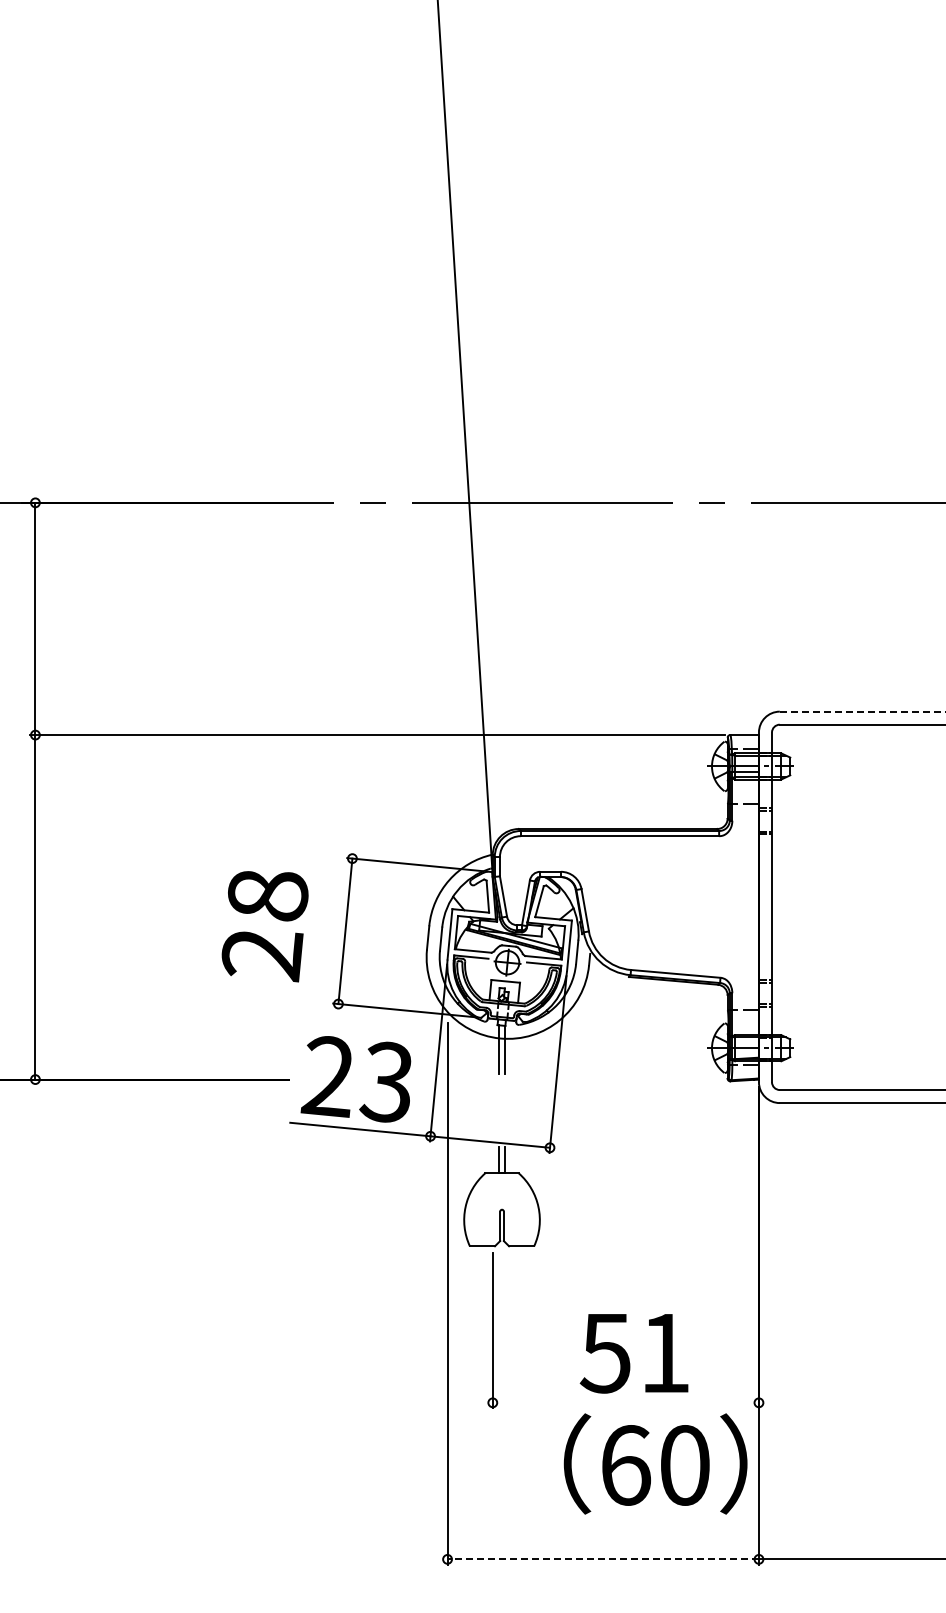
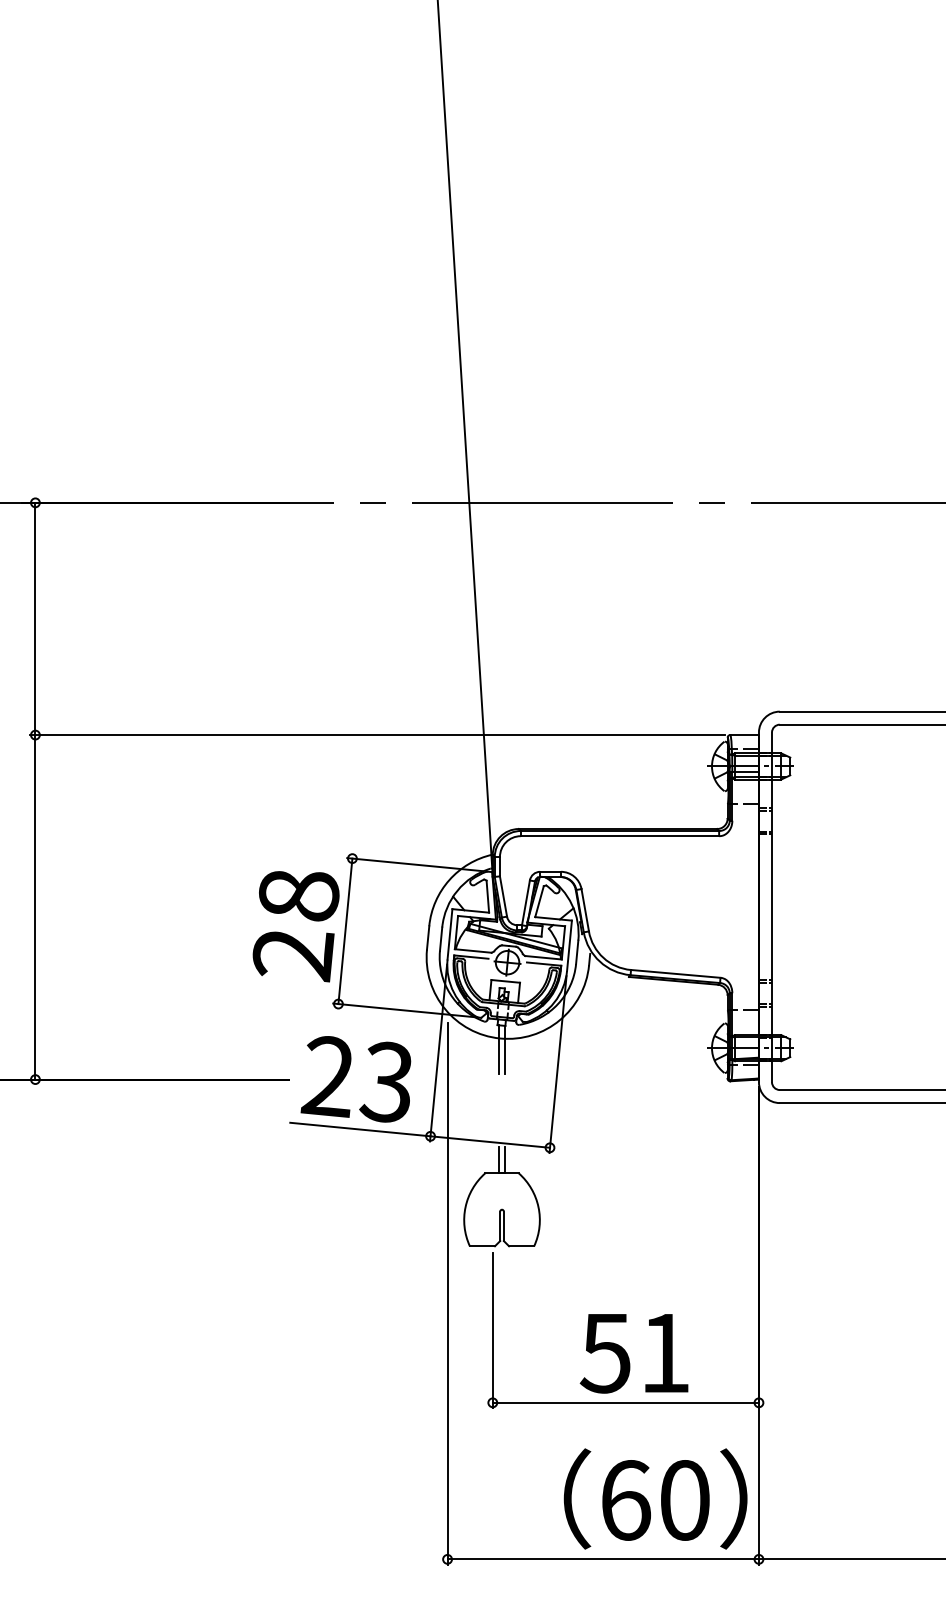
line at (862, 711): dashed -> solid
text at (264, 926) position: (264, 926) -> (295, 926)
line at (625, 1402): none -> present
text at (655, 1463) position: (655, 1463) -> (655, 1498)
line at (603, 1559): dashed -> solid
